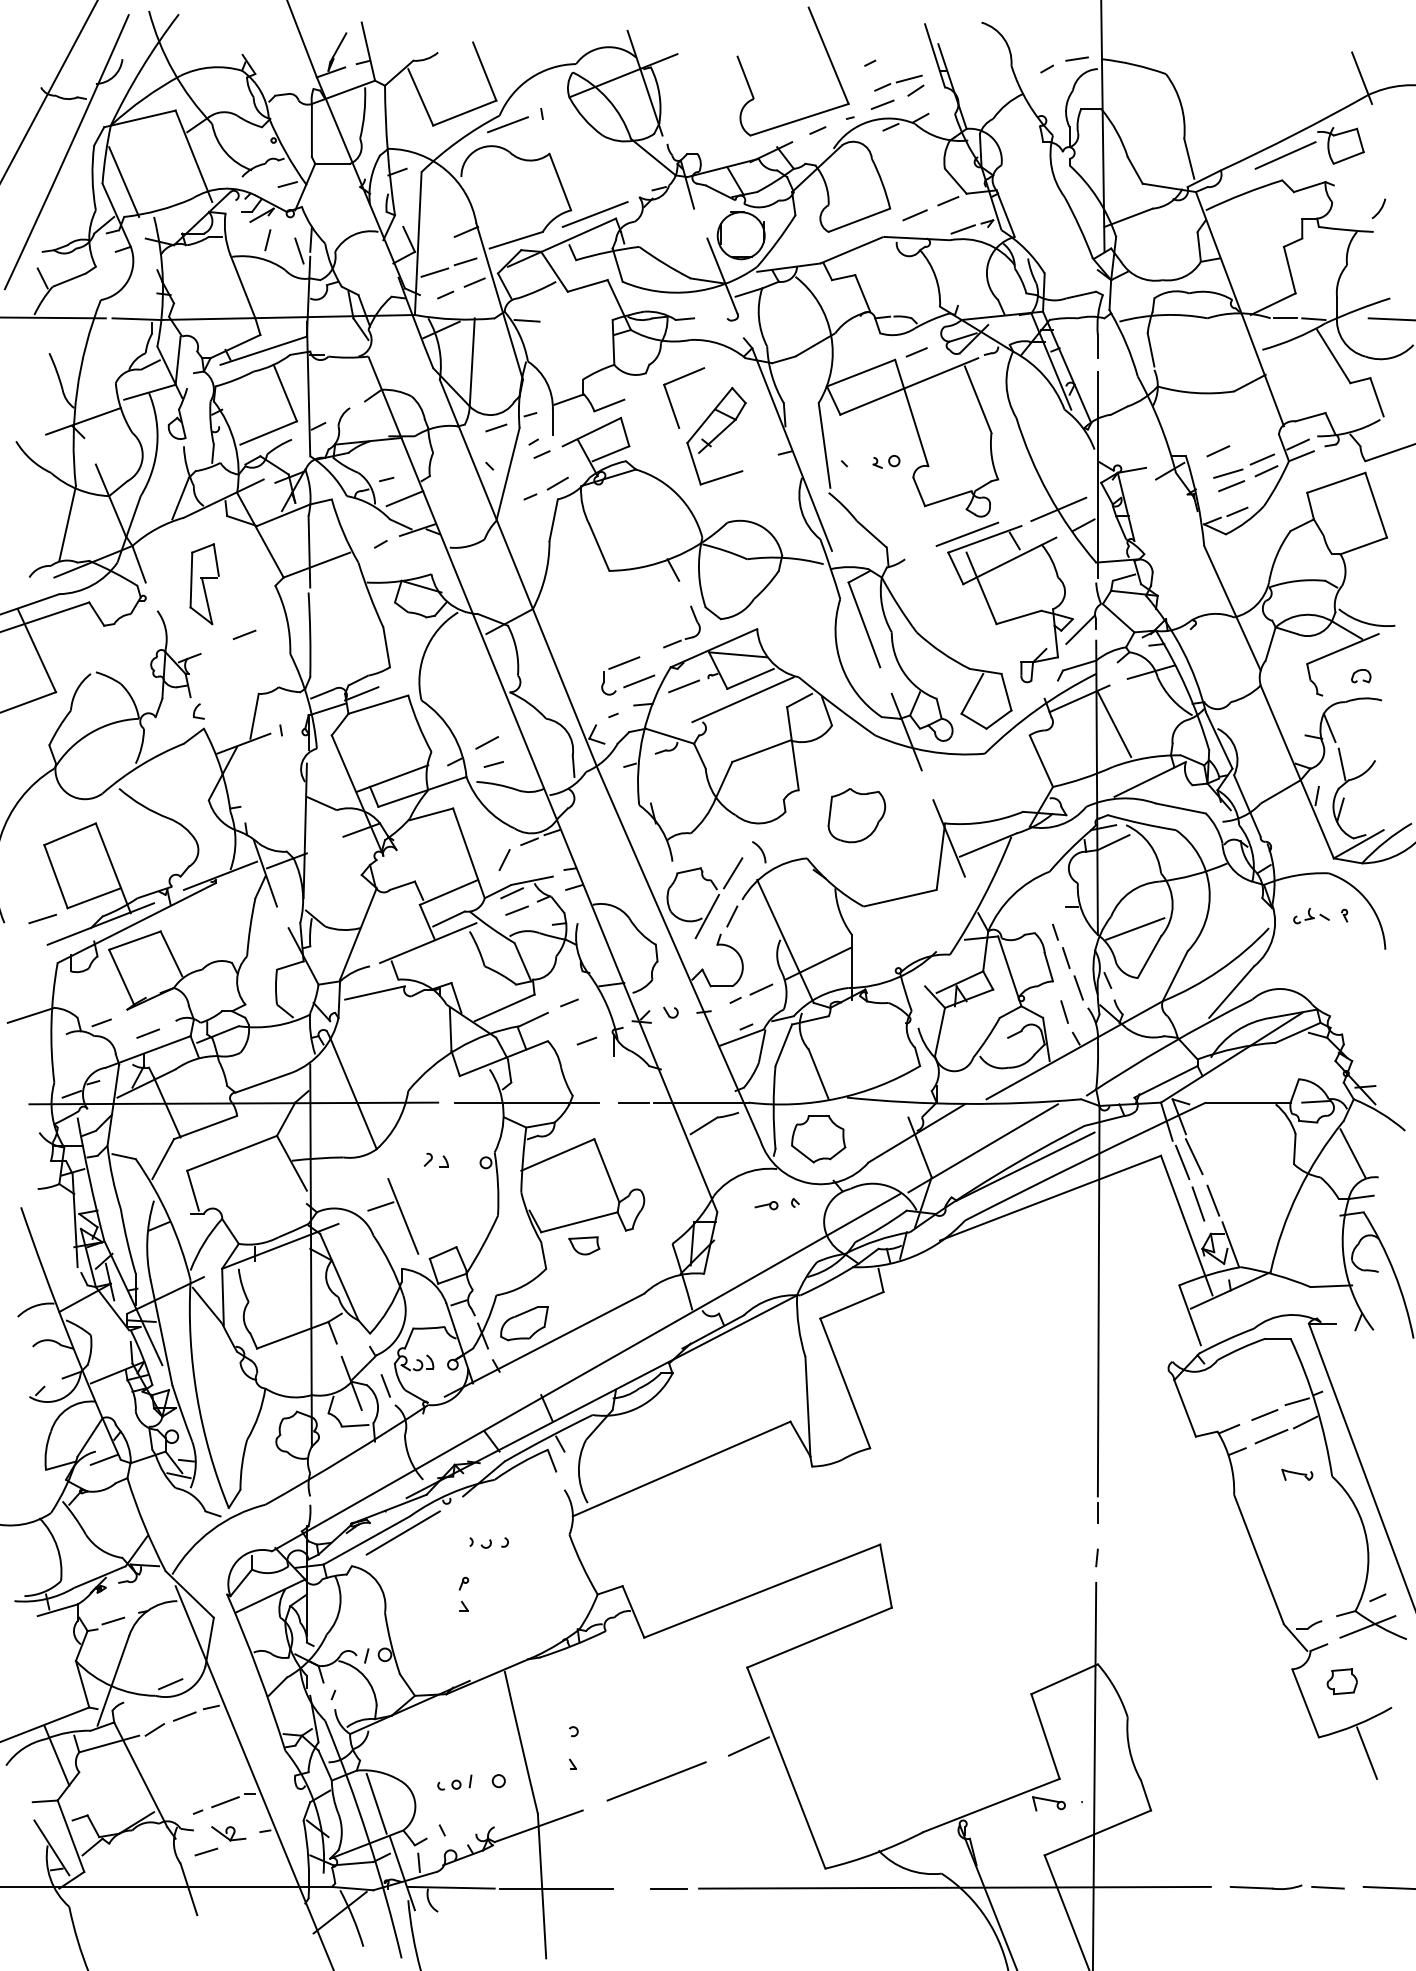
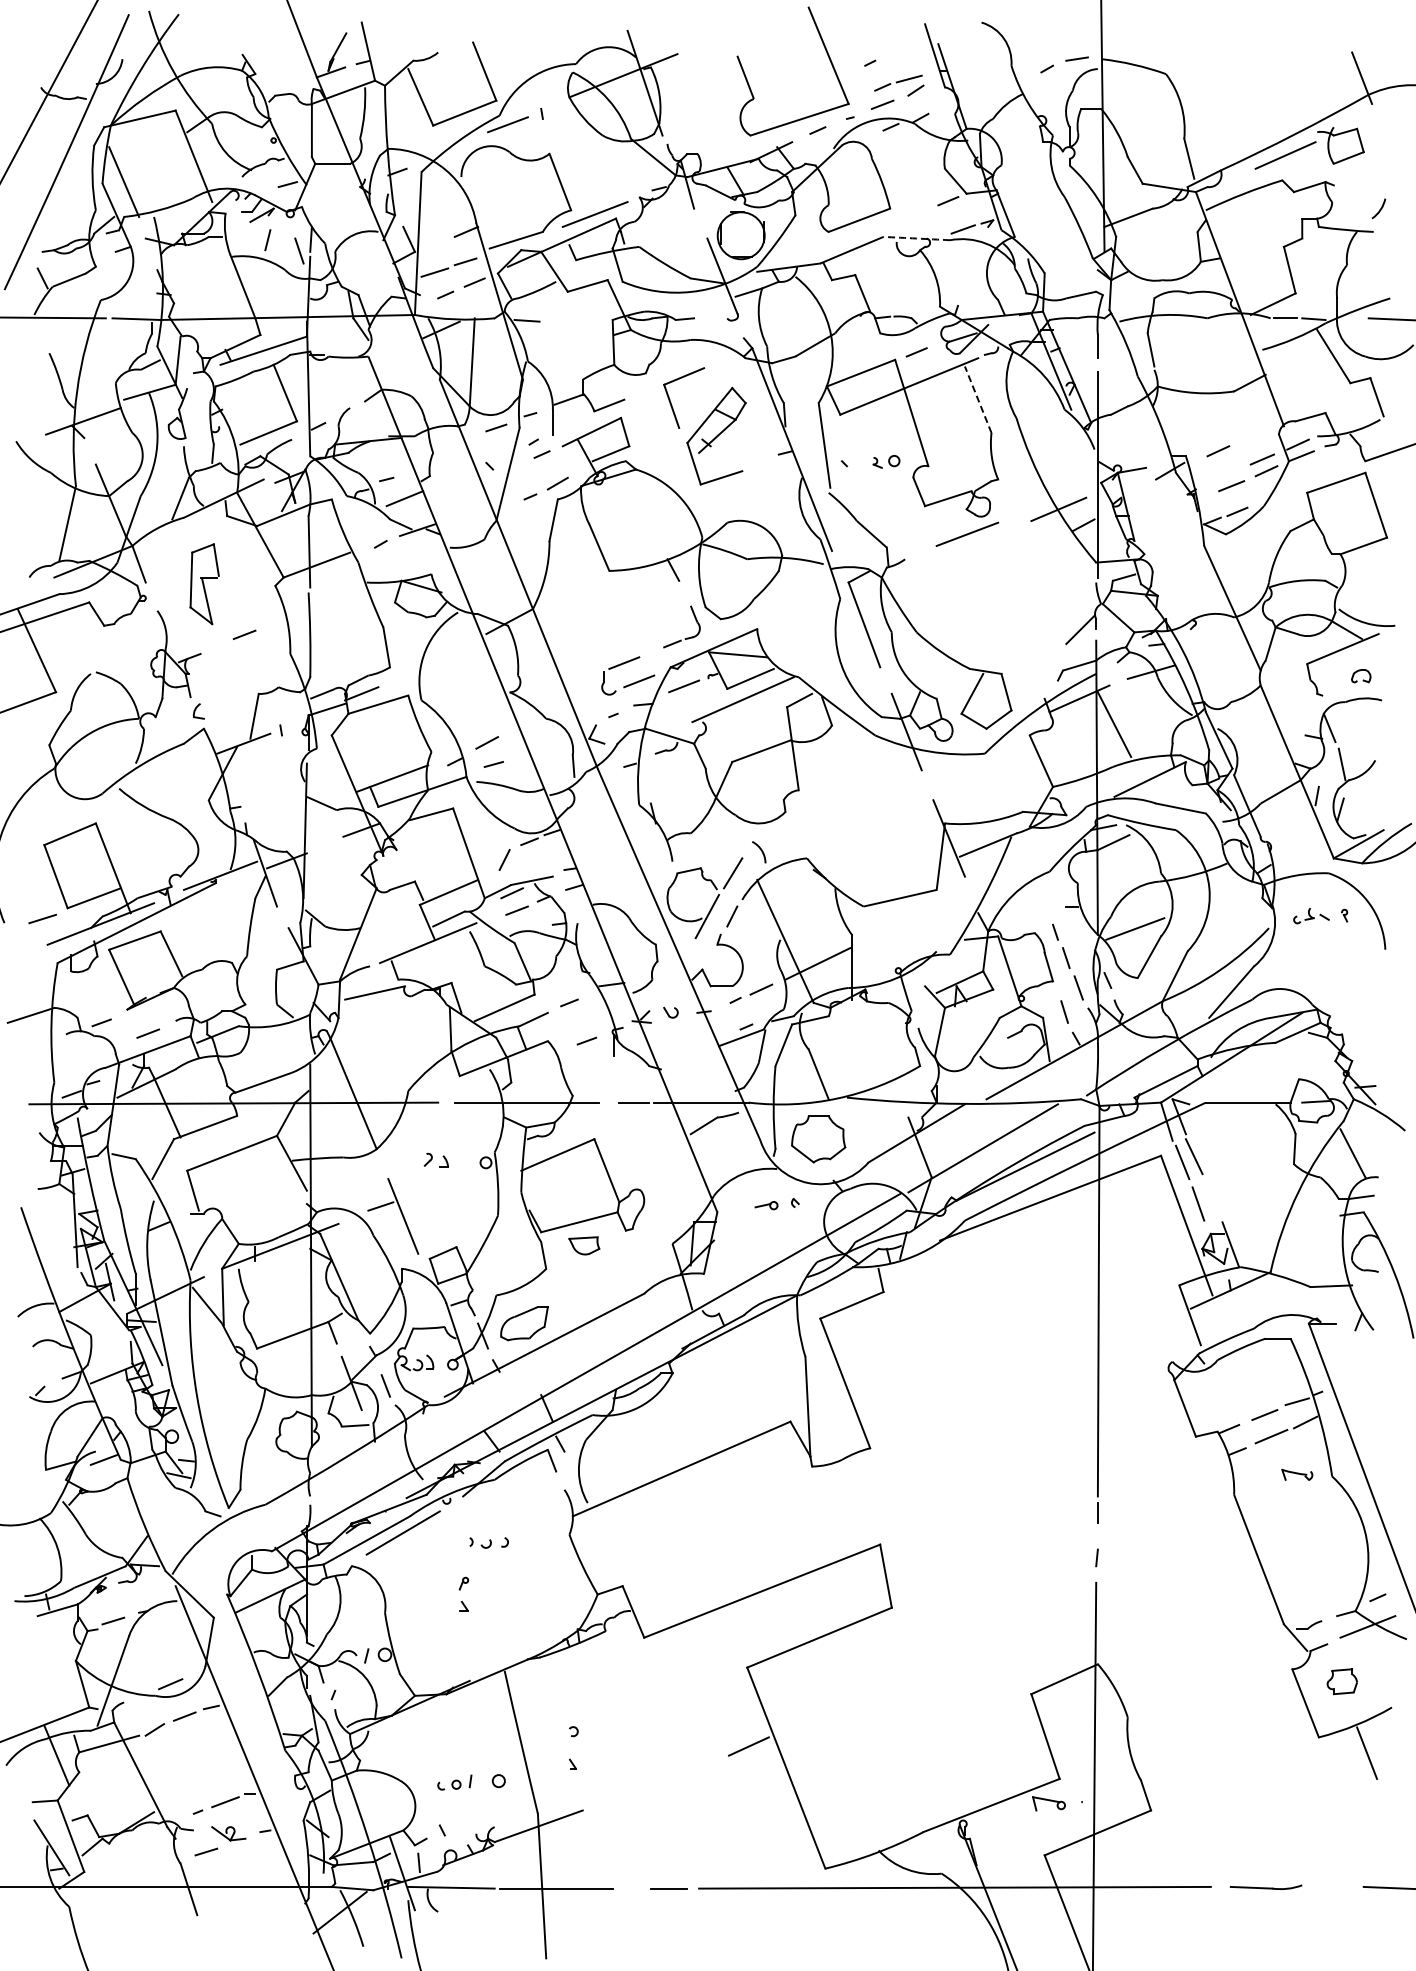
line at (914, 215): present -> none
arc at (916, 238): solid -> dashed
line at (978, 399): solid -> dashed
line at (1228, 473): present -> none
part at (1010, 604): present -> none
part at (856, 815): present -> none
line at (1213, 1200): present -> none
line at (656, 1781): present -> none
line at (376, 1803): present -> none
line at (1327, 1887): present -> none
